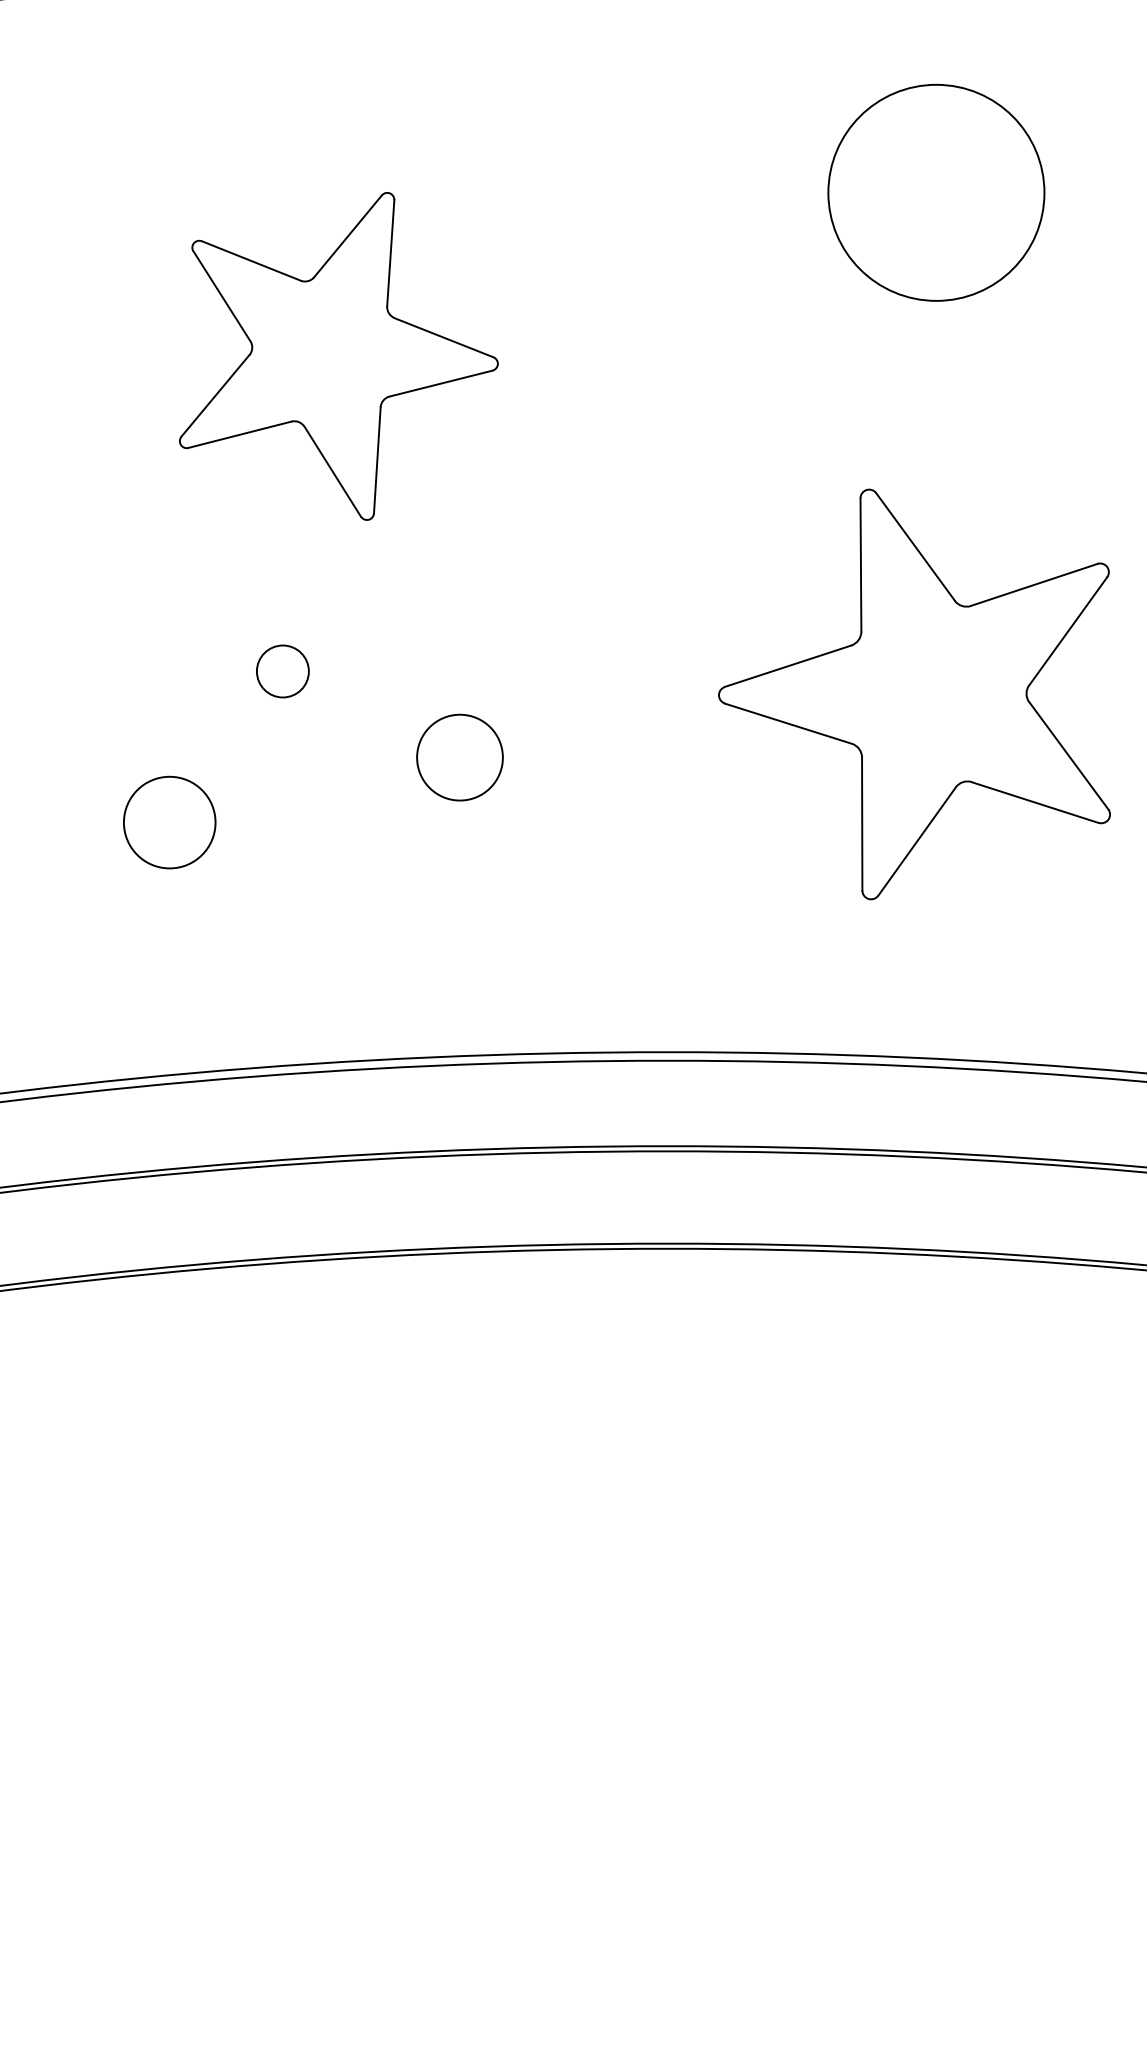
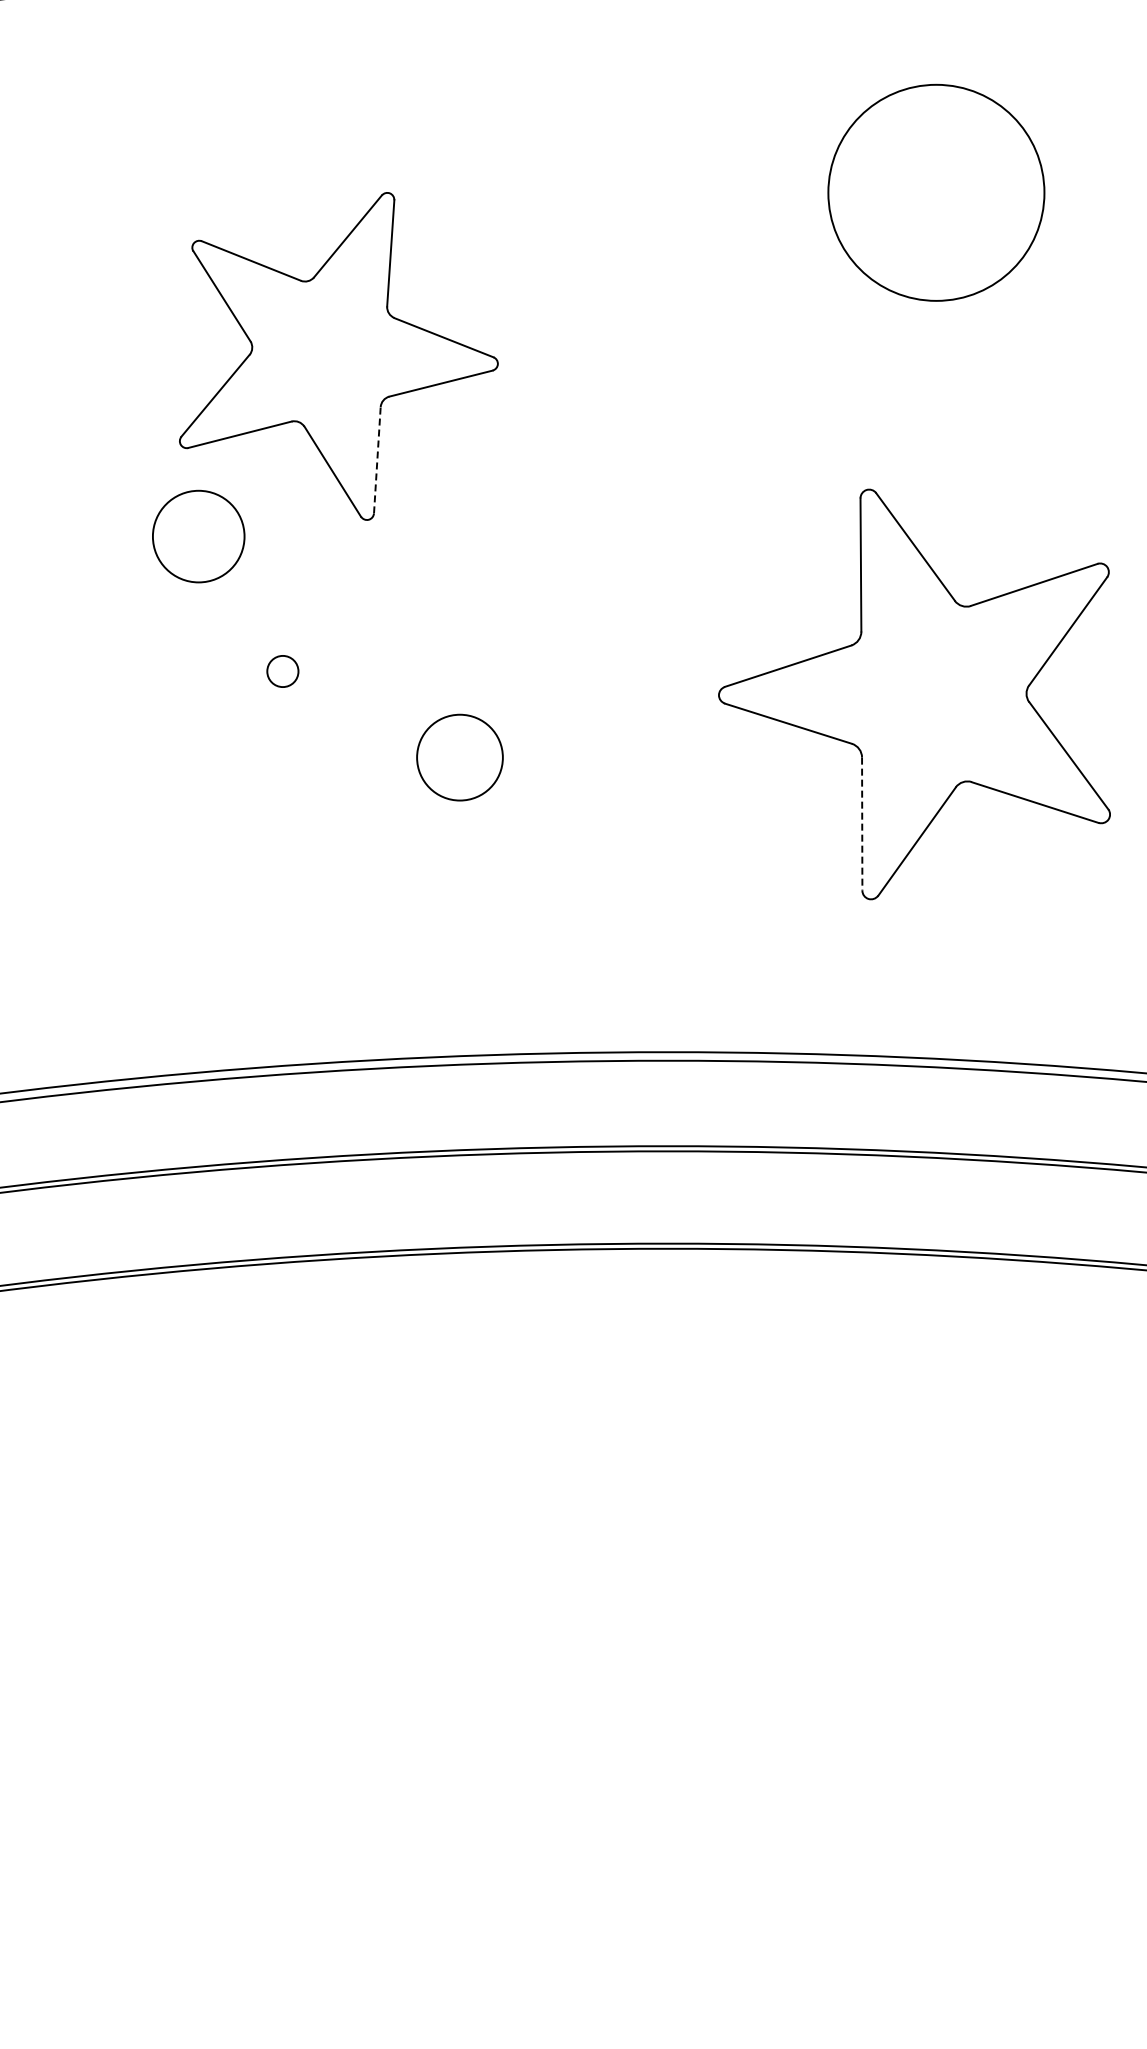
line at (377, 459): solid -> dashed
circle at (282, 671) diameter: 52 px -> 31 px
circle at (169, 822) position: (169, 822) -> (198, 536)
line at (862, 824): solid -> dashed
